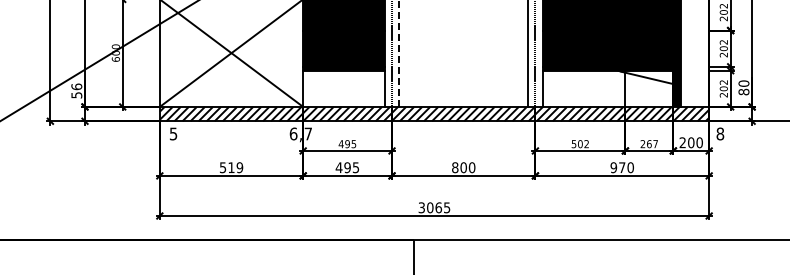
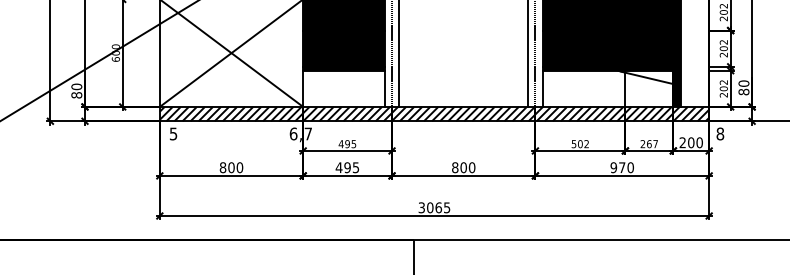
line at (399, 53): dashed -> solid
text at (76, 90): 56 -> 80
text at (231, 167): 519 -> 800
